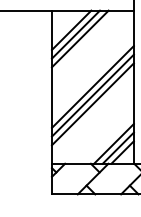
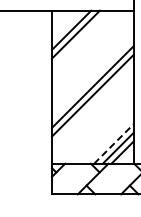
line at (79, 38): present -> none
line at (92, 104): present -> none
line at (114, 143): solid -> dashed
